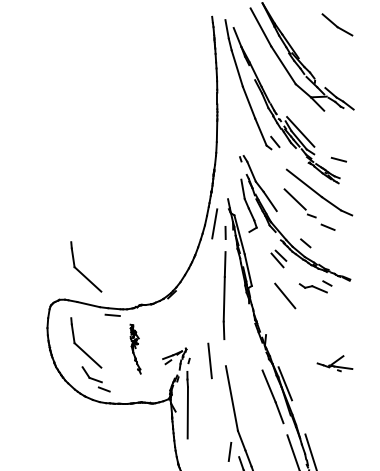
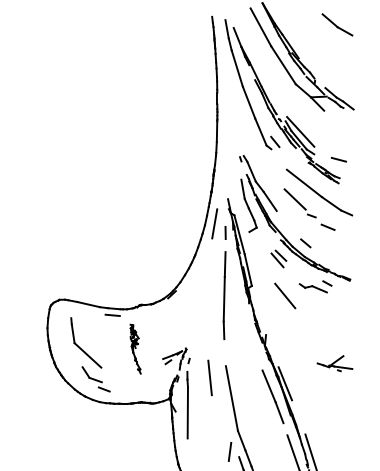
part at (80, 271): present -> none
line at (209, 360) position: (209, 360) -> (209, 377)
